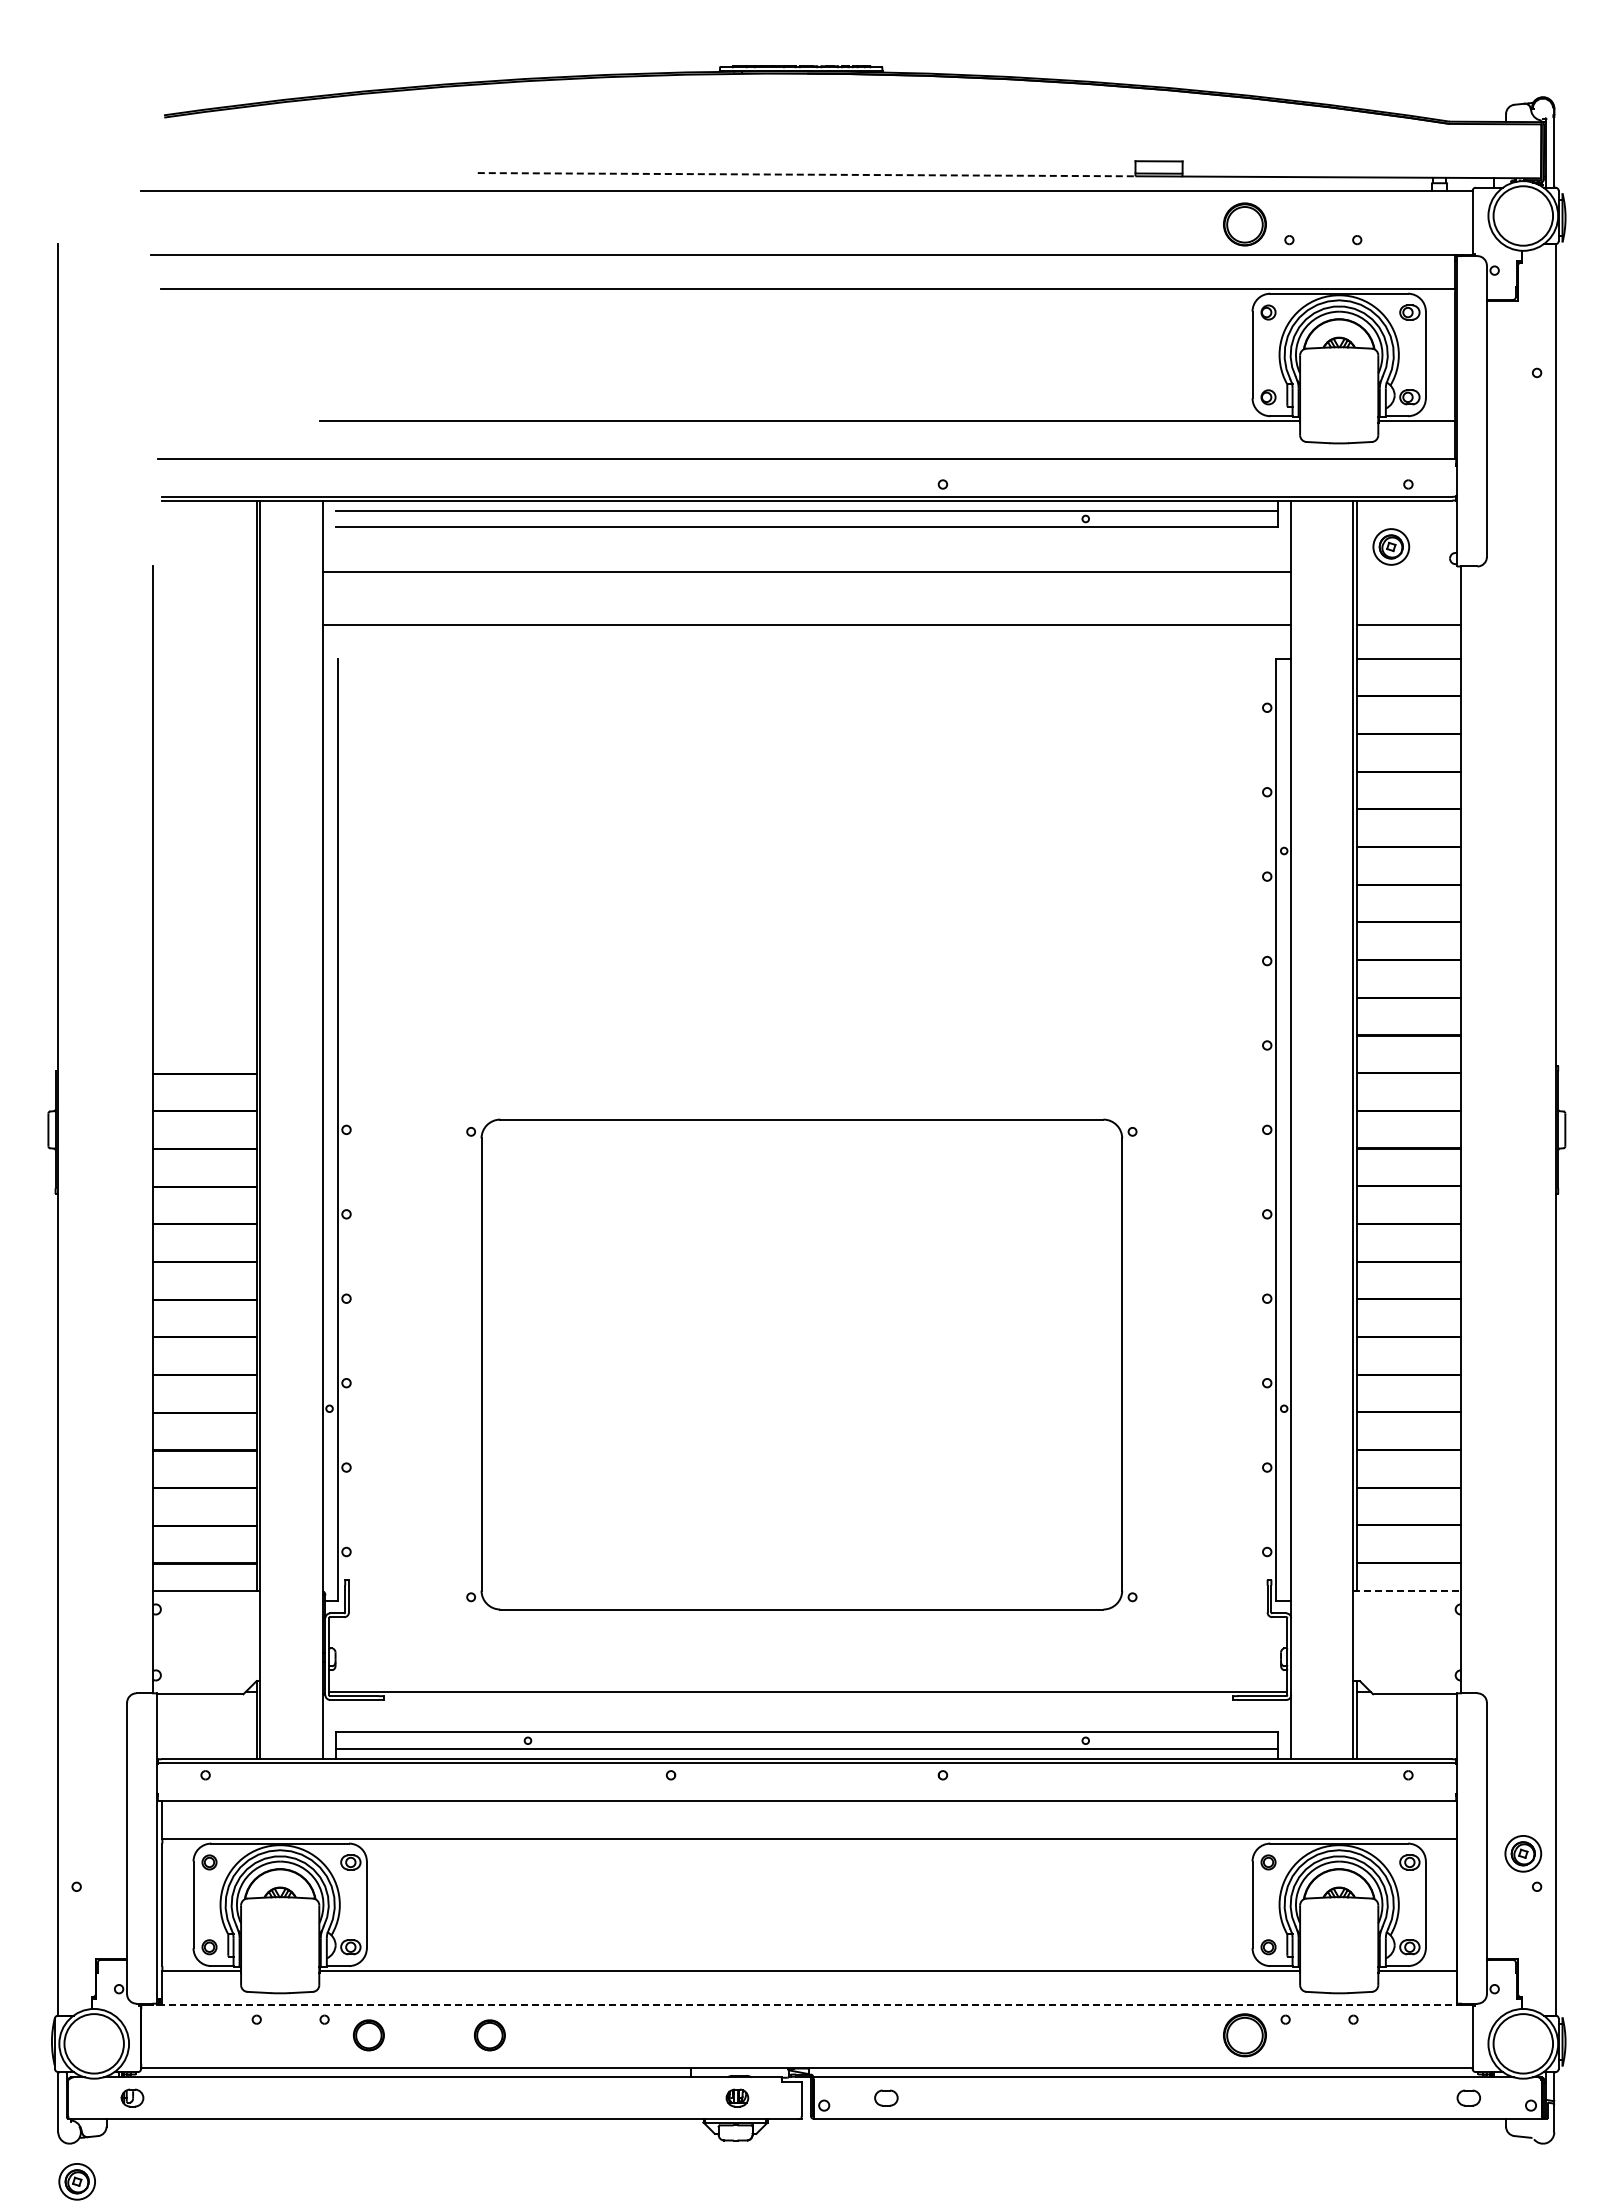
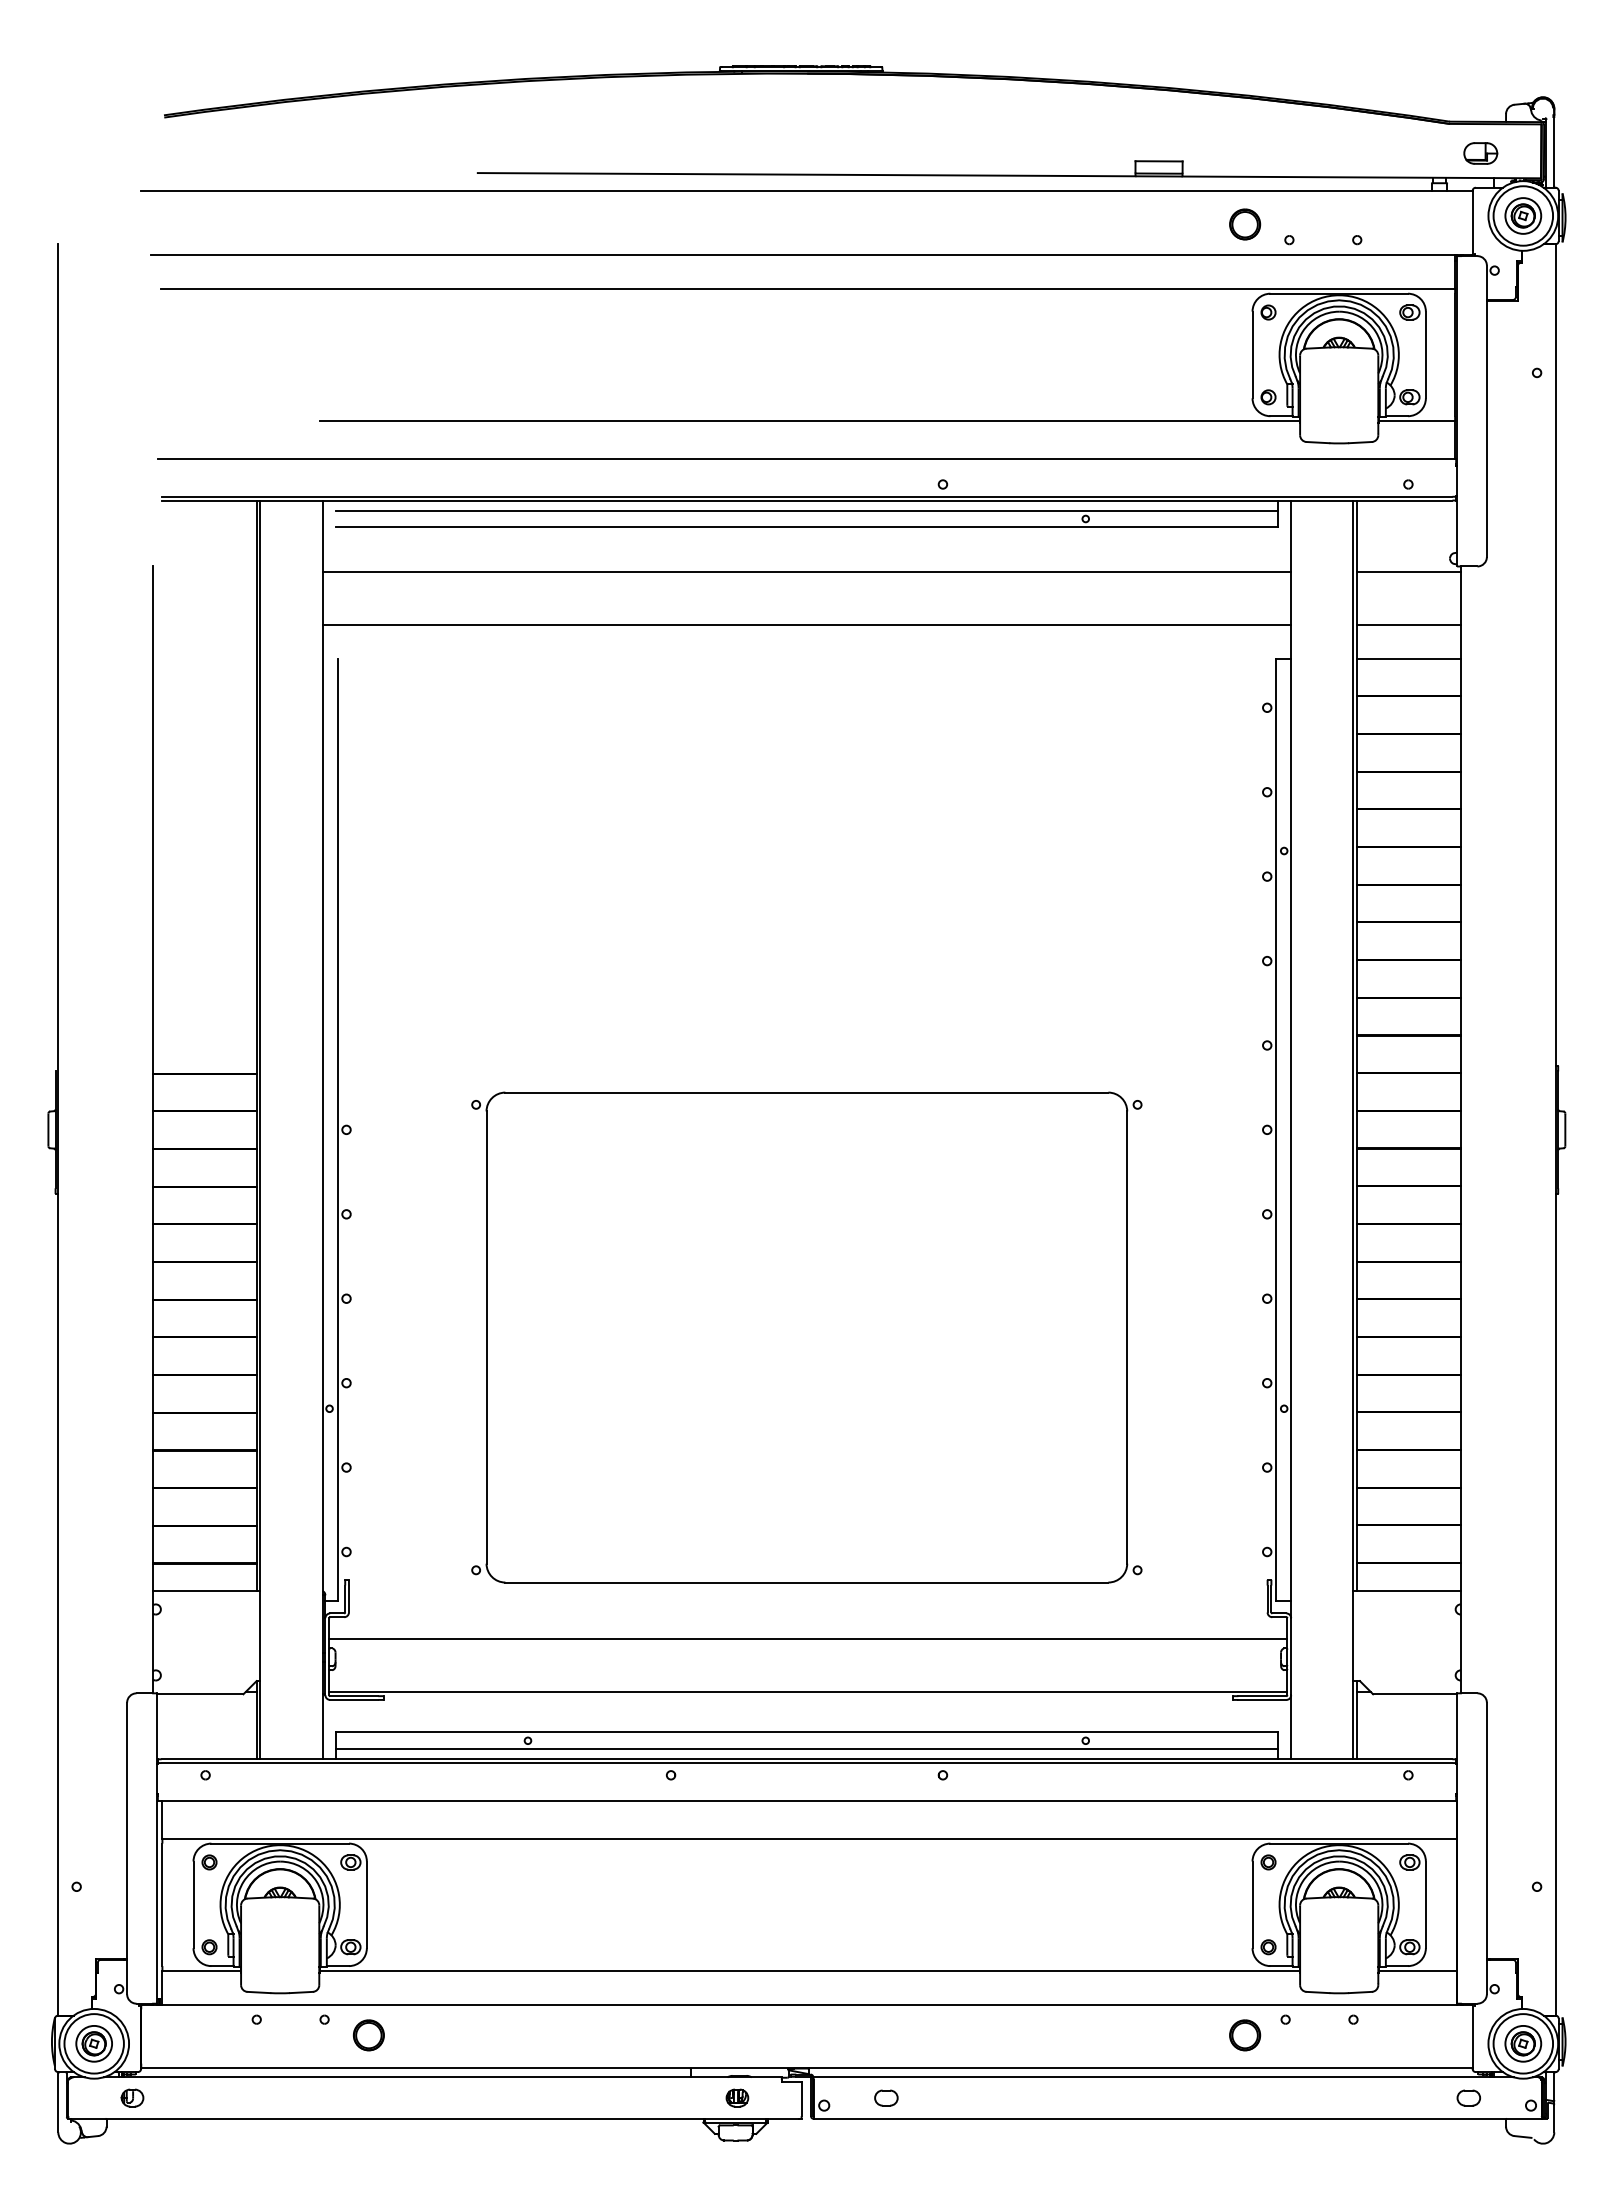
part at (1480, 153): none -> present
line at (806, 174): dashed -> solid
part at (1244, 224) size: 44x45 px -> 33x33 px
part at (1391, 546) position: (1391, 546) -> (1523, 215)
line at (1408, 571): none -> present
part at (801, 1364) position: (801, 1364) -> (806, 1337)
line at (1407, 1590): dashed -> solid
line at (808, 1638): none -> present
part at (1523, 1853) position: (1523, 1853) -> (1523, 2043)
line at (806, 2004): dashed -> solid
part at (489, 2035): present -> none
part at (1244, 2035) size: 44x45 px -> 33x33 px
part at (76, 2181) position: (76, 2181) -> (93, 2043)
